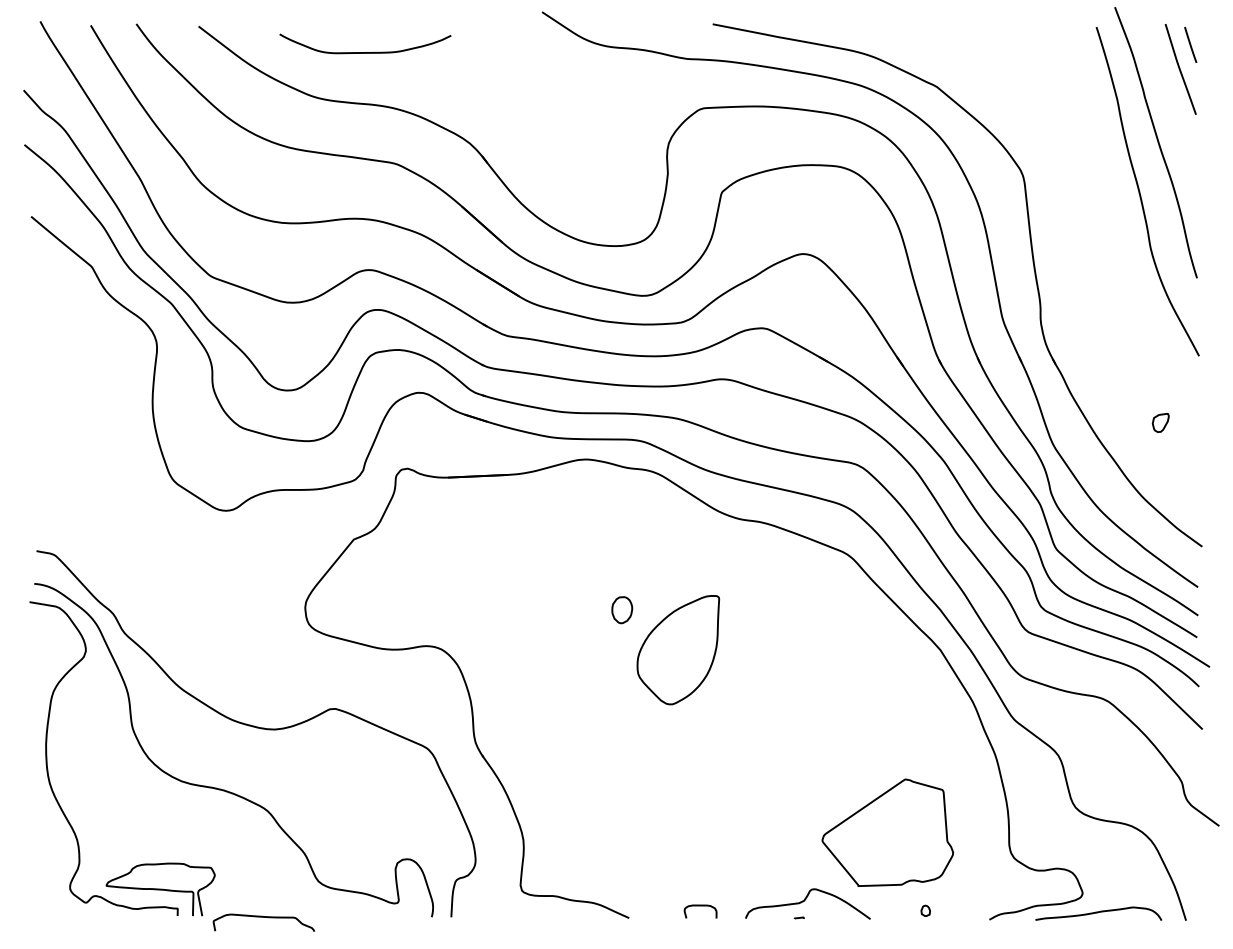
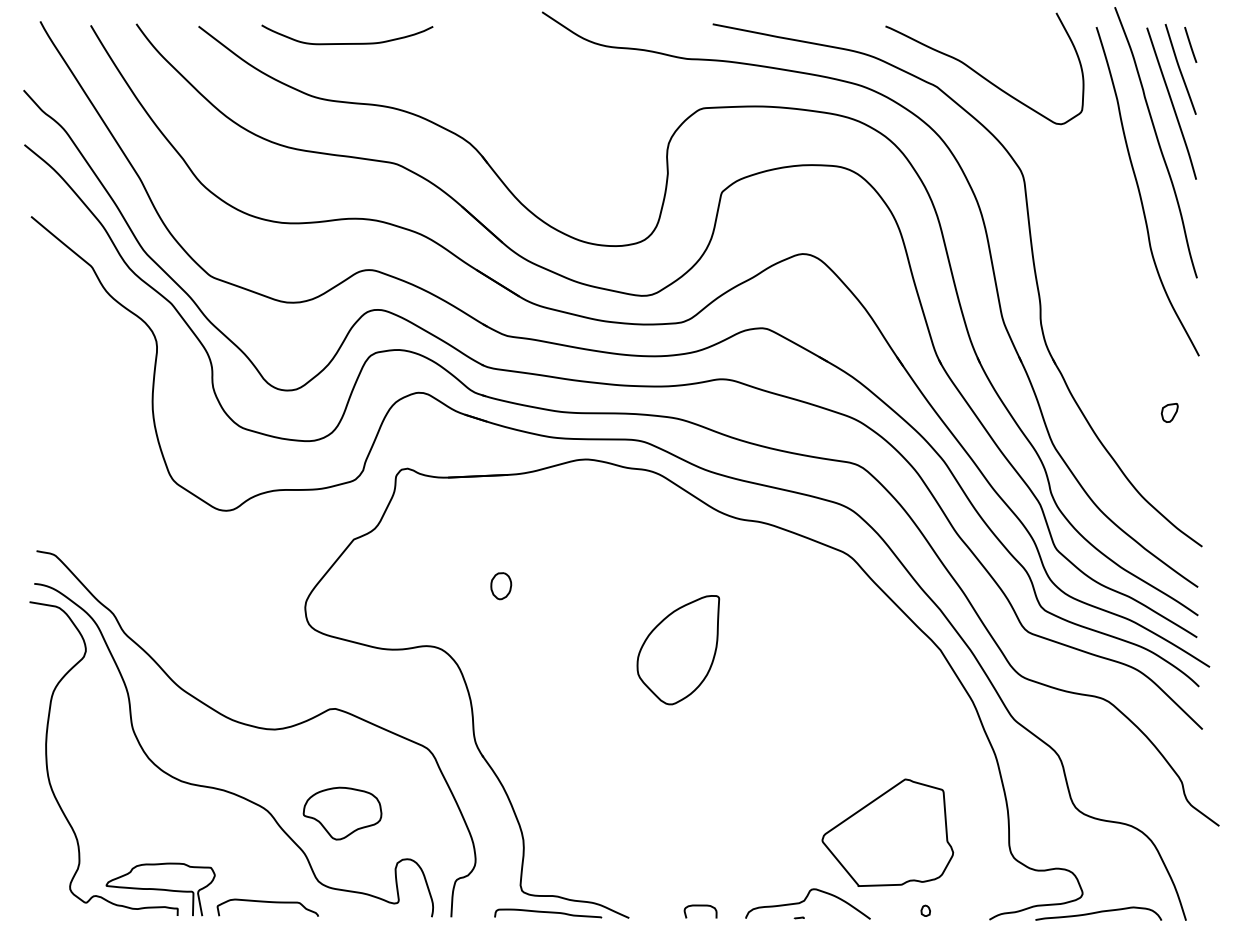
curve at (365, 52) position: (365, 52) -> (347, 43)
curve at (979, 73): none -> present
curve at (1171, 103): none -> present
part at (1160, 422) position: (1160, 422) -> (1169, 412)
part at (622, 610) position: (622, 610) -> (501, 586)
part at (342, 813): none -> present
curve at (548, 913): none -> present
curve at (263, 917) position: (263, 917) -> (267, 902)
